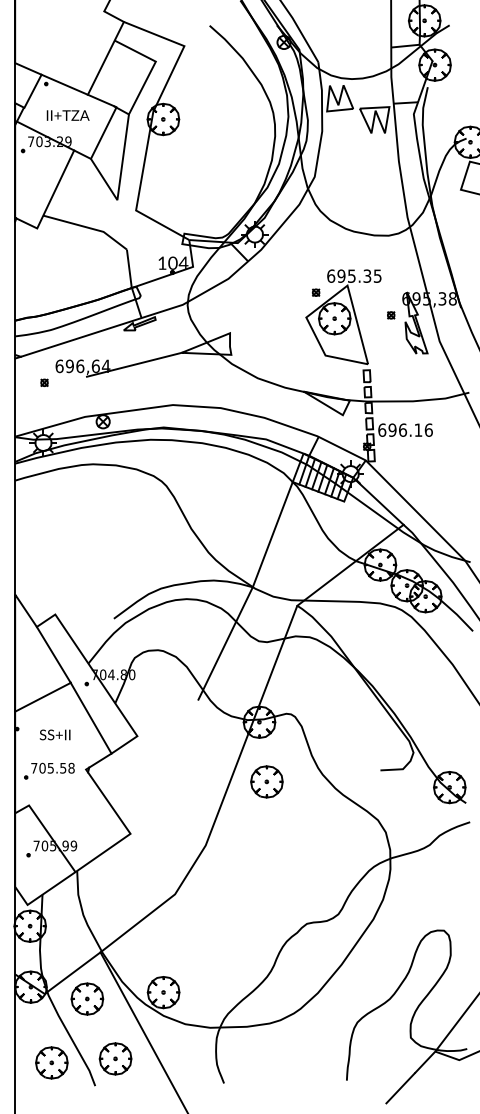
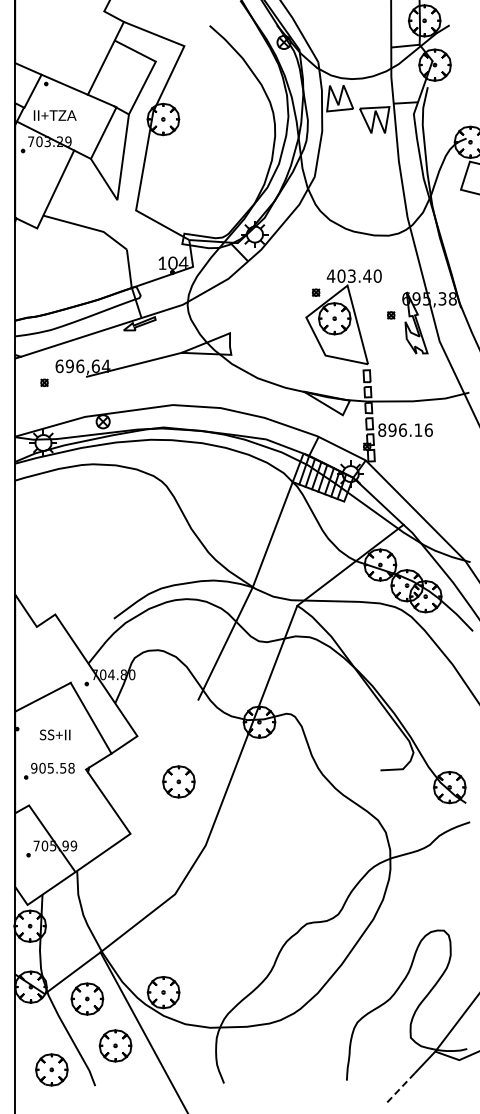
text at (67, 115) position: (67, 115) -> (54, 115)
text at (353, 275): 695.35 -> 403.40
text at (382, 429): 696.16 -> 896.16
line at (53, 654): present -> none
text at (34, 767): 705.58 -> 905.58
part at (266, 781) position: (266, 781) -> (178, 781)
part at (115, 1058) position: (115, 1058) -> (115, 1045)
part at (51, 1062) position: (51, 1062) -> (51, 1069)
line at (400, 1088): solid -> dashed
